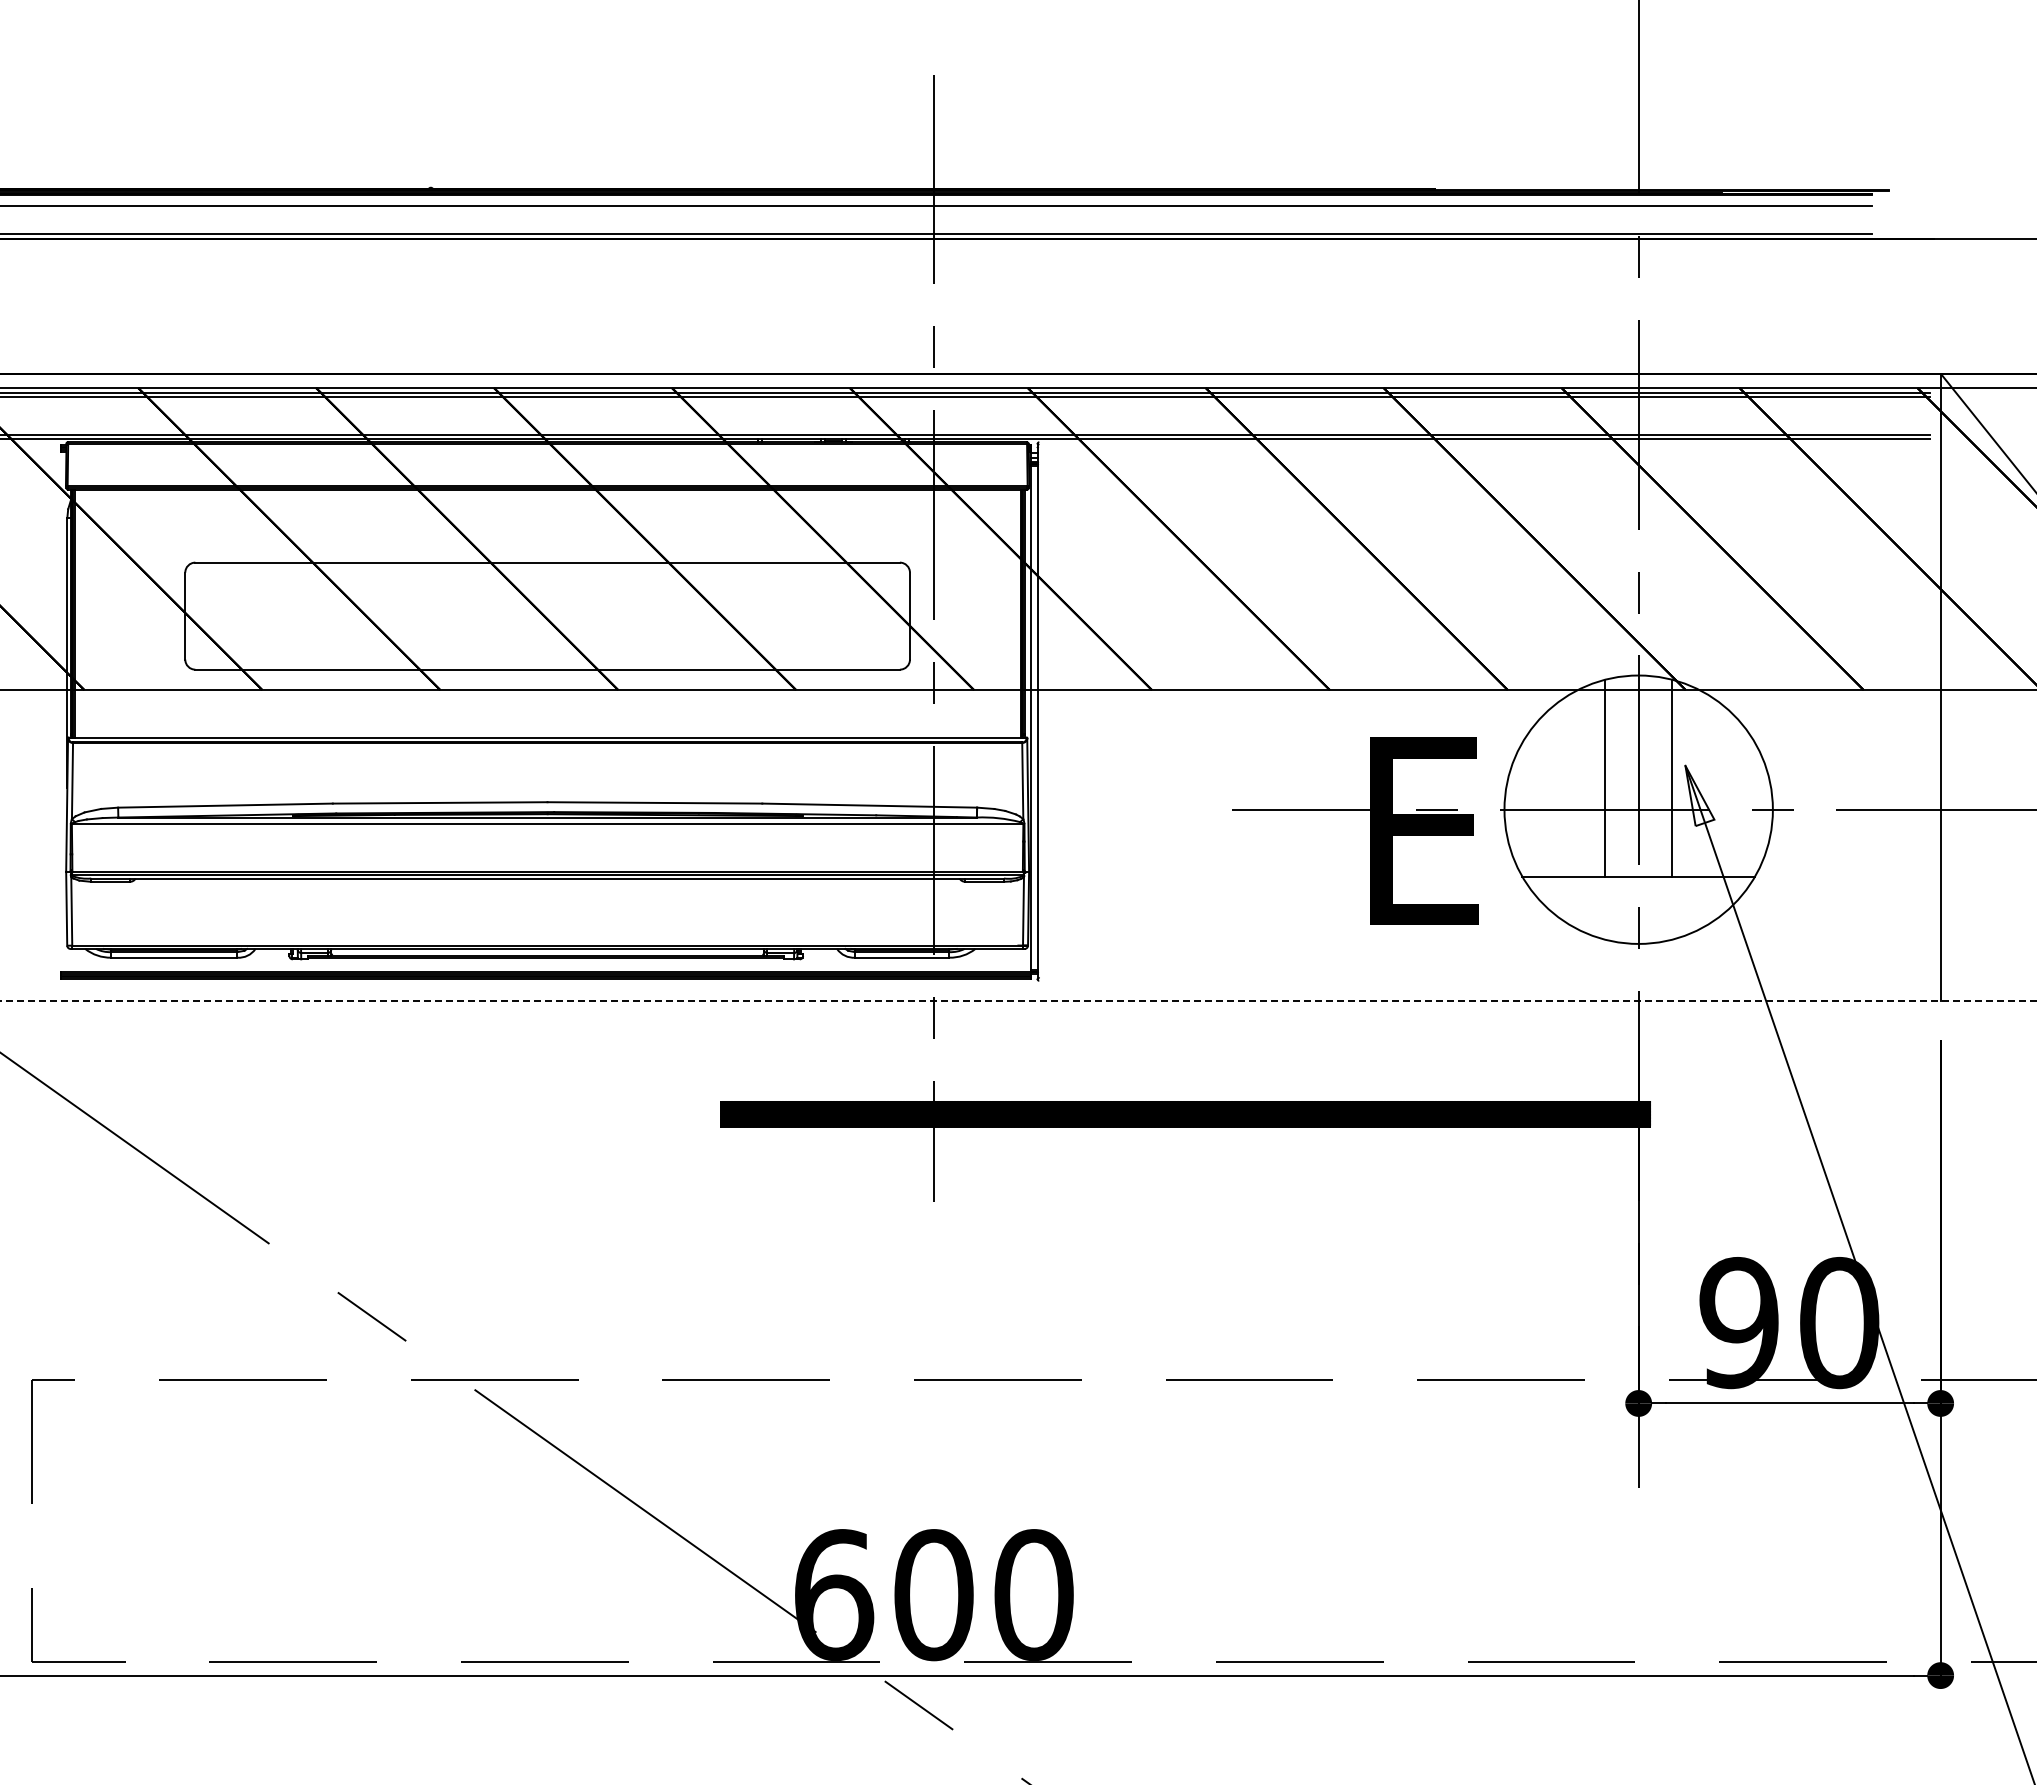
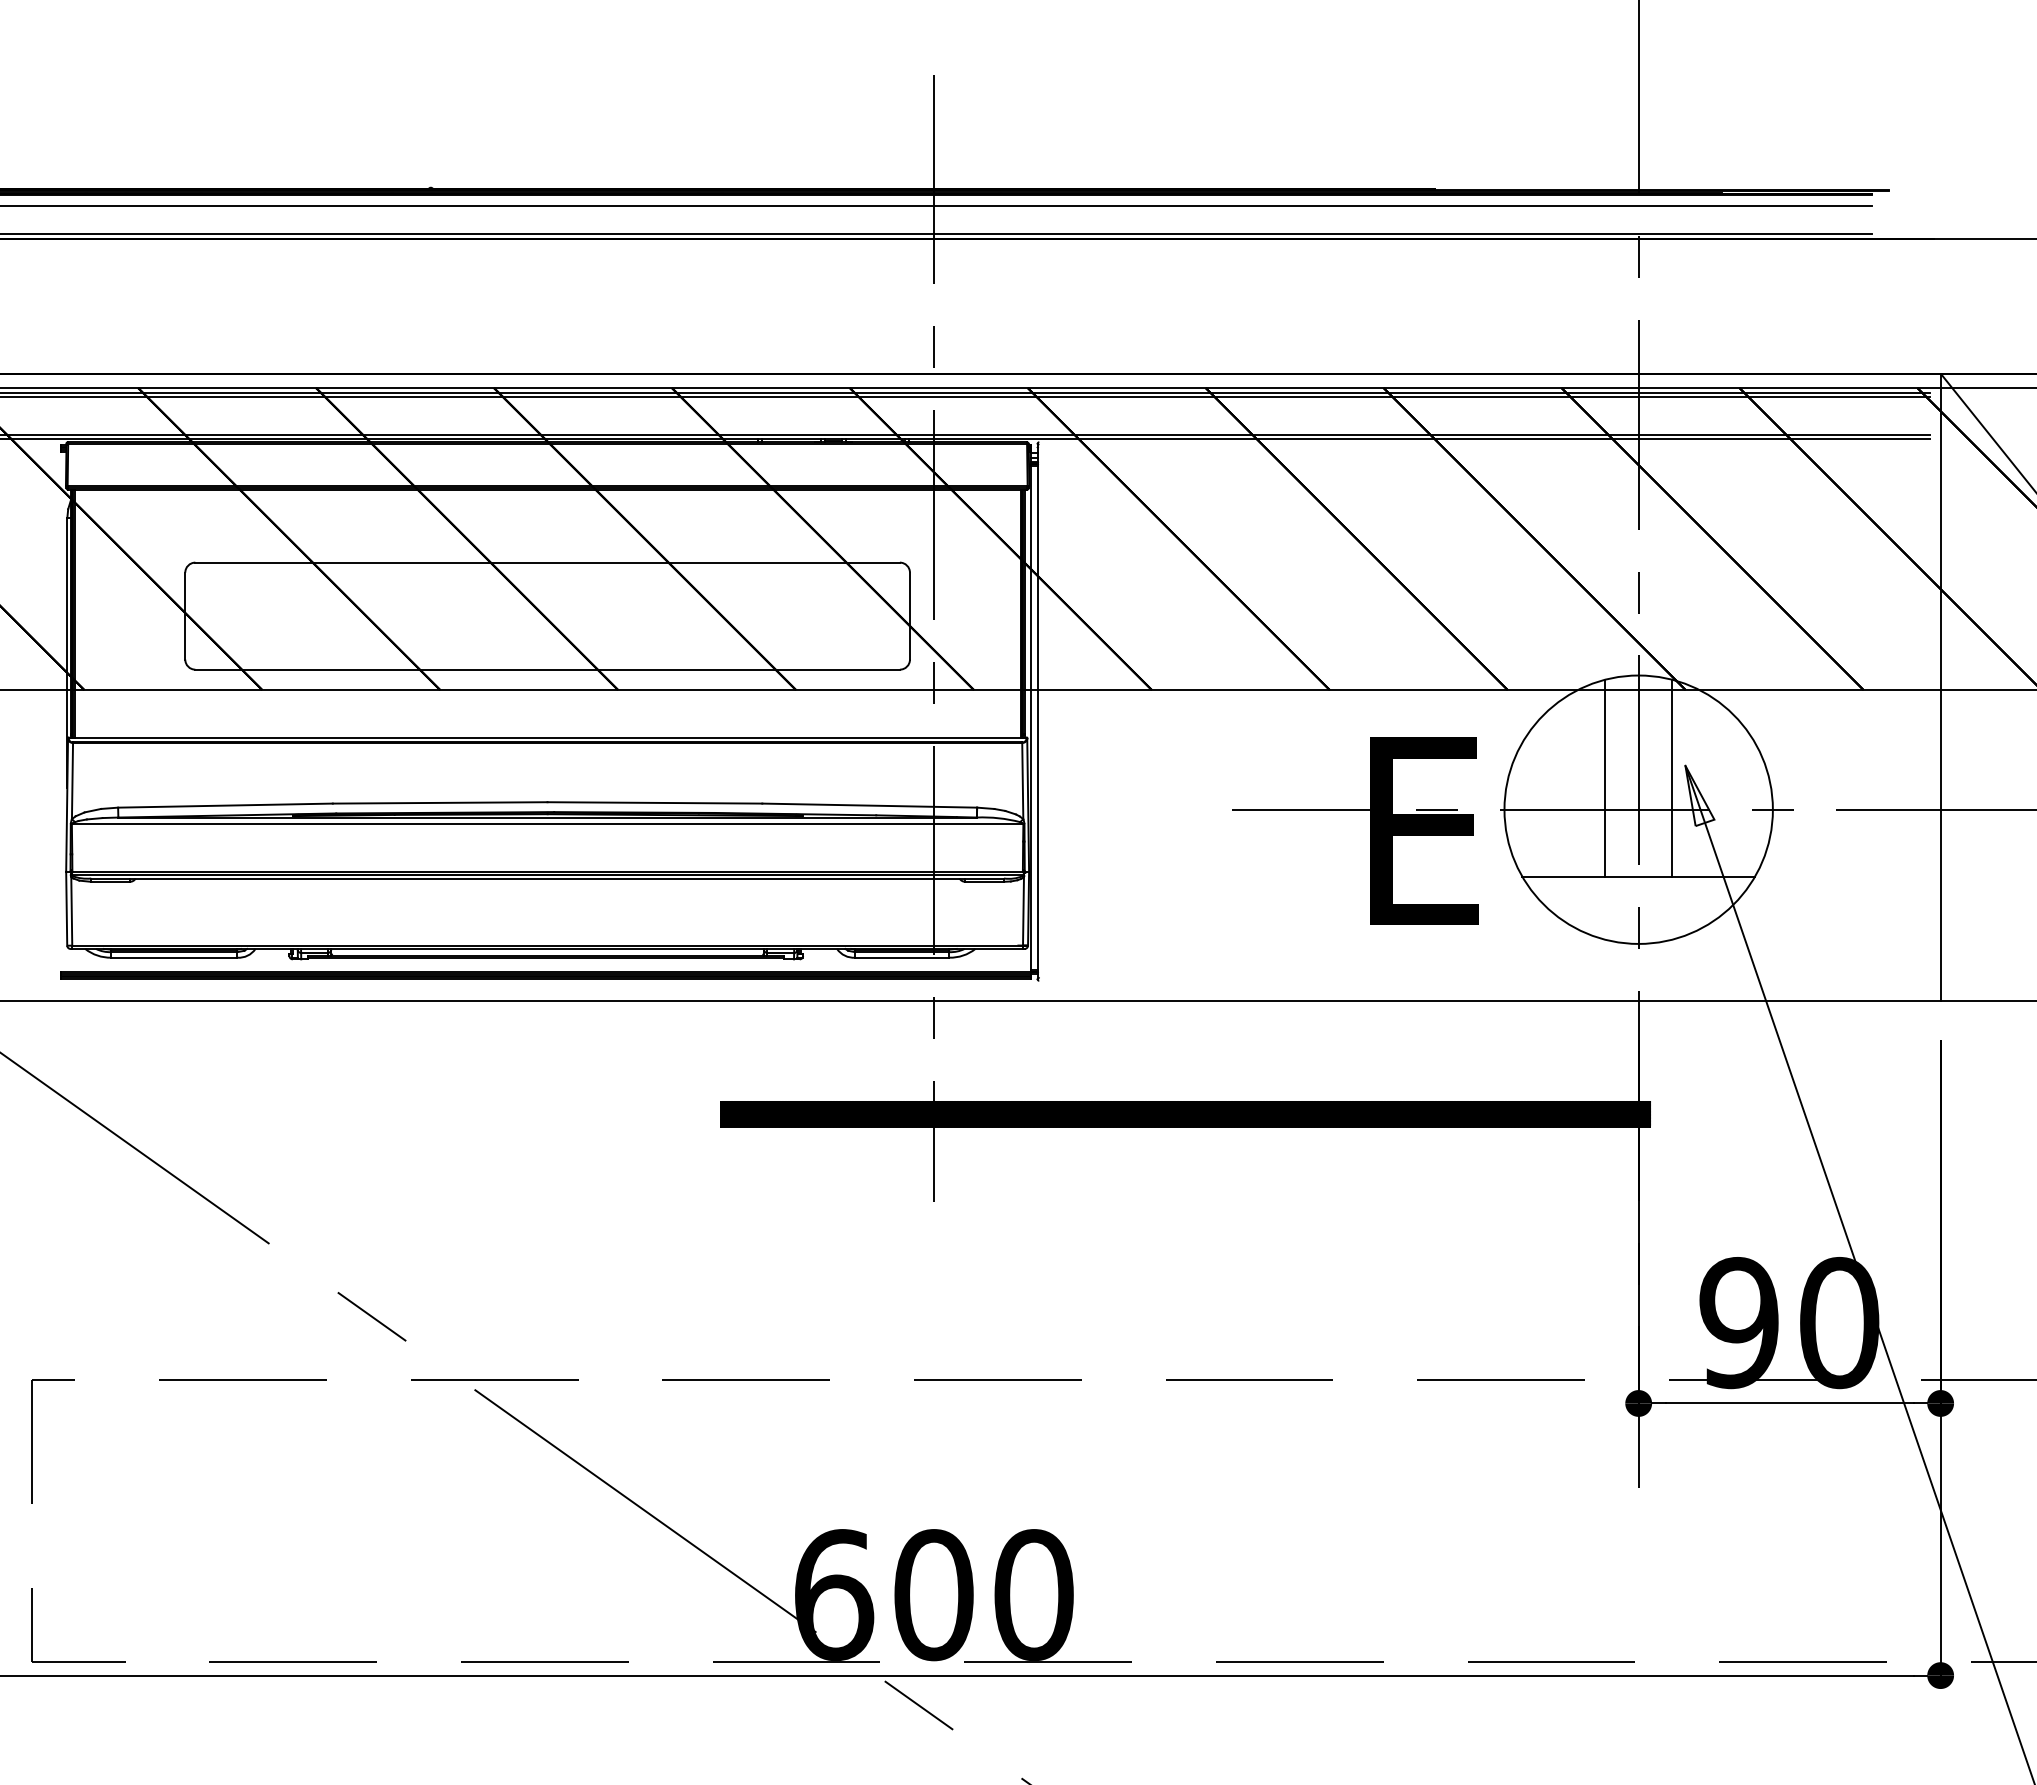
line at (1018, 1000): dashed -> solid
